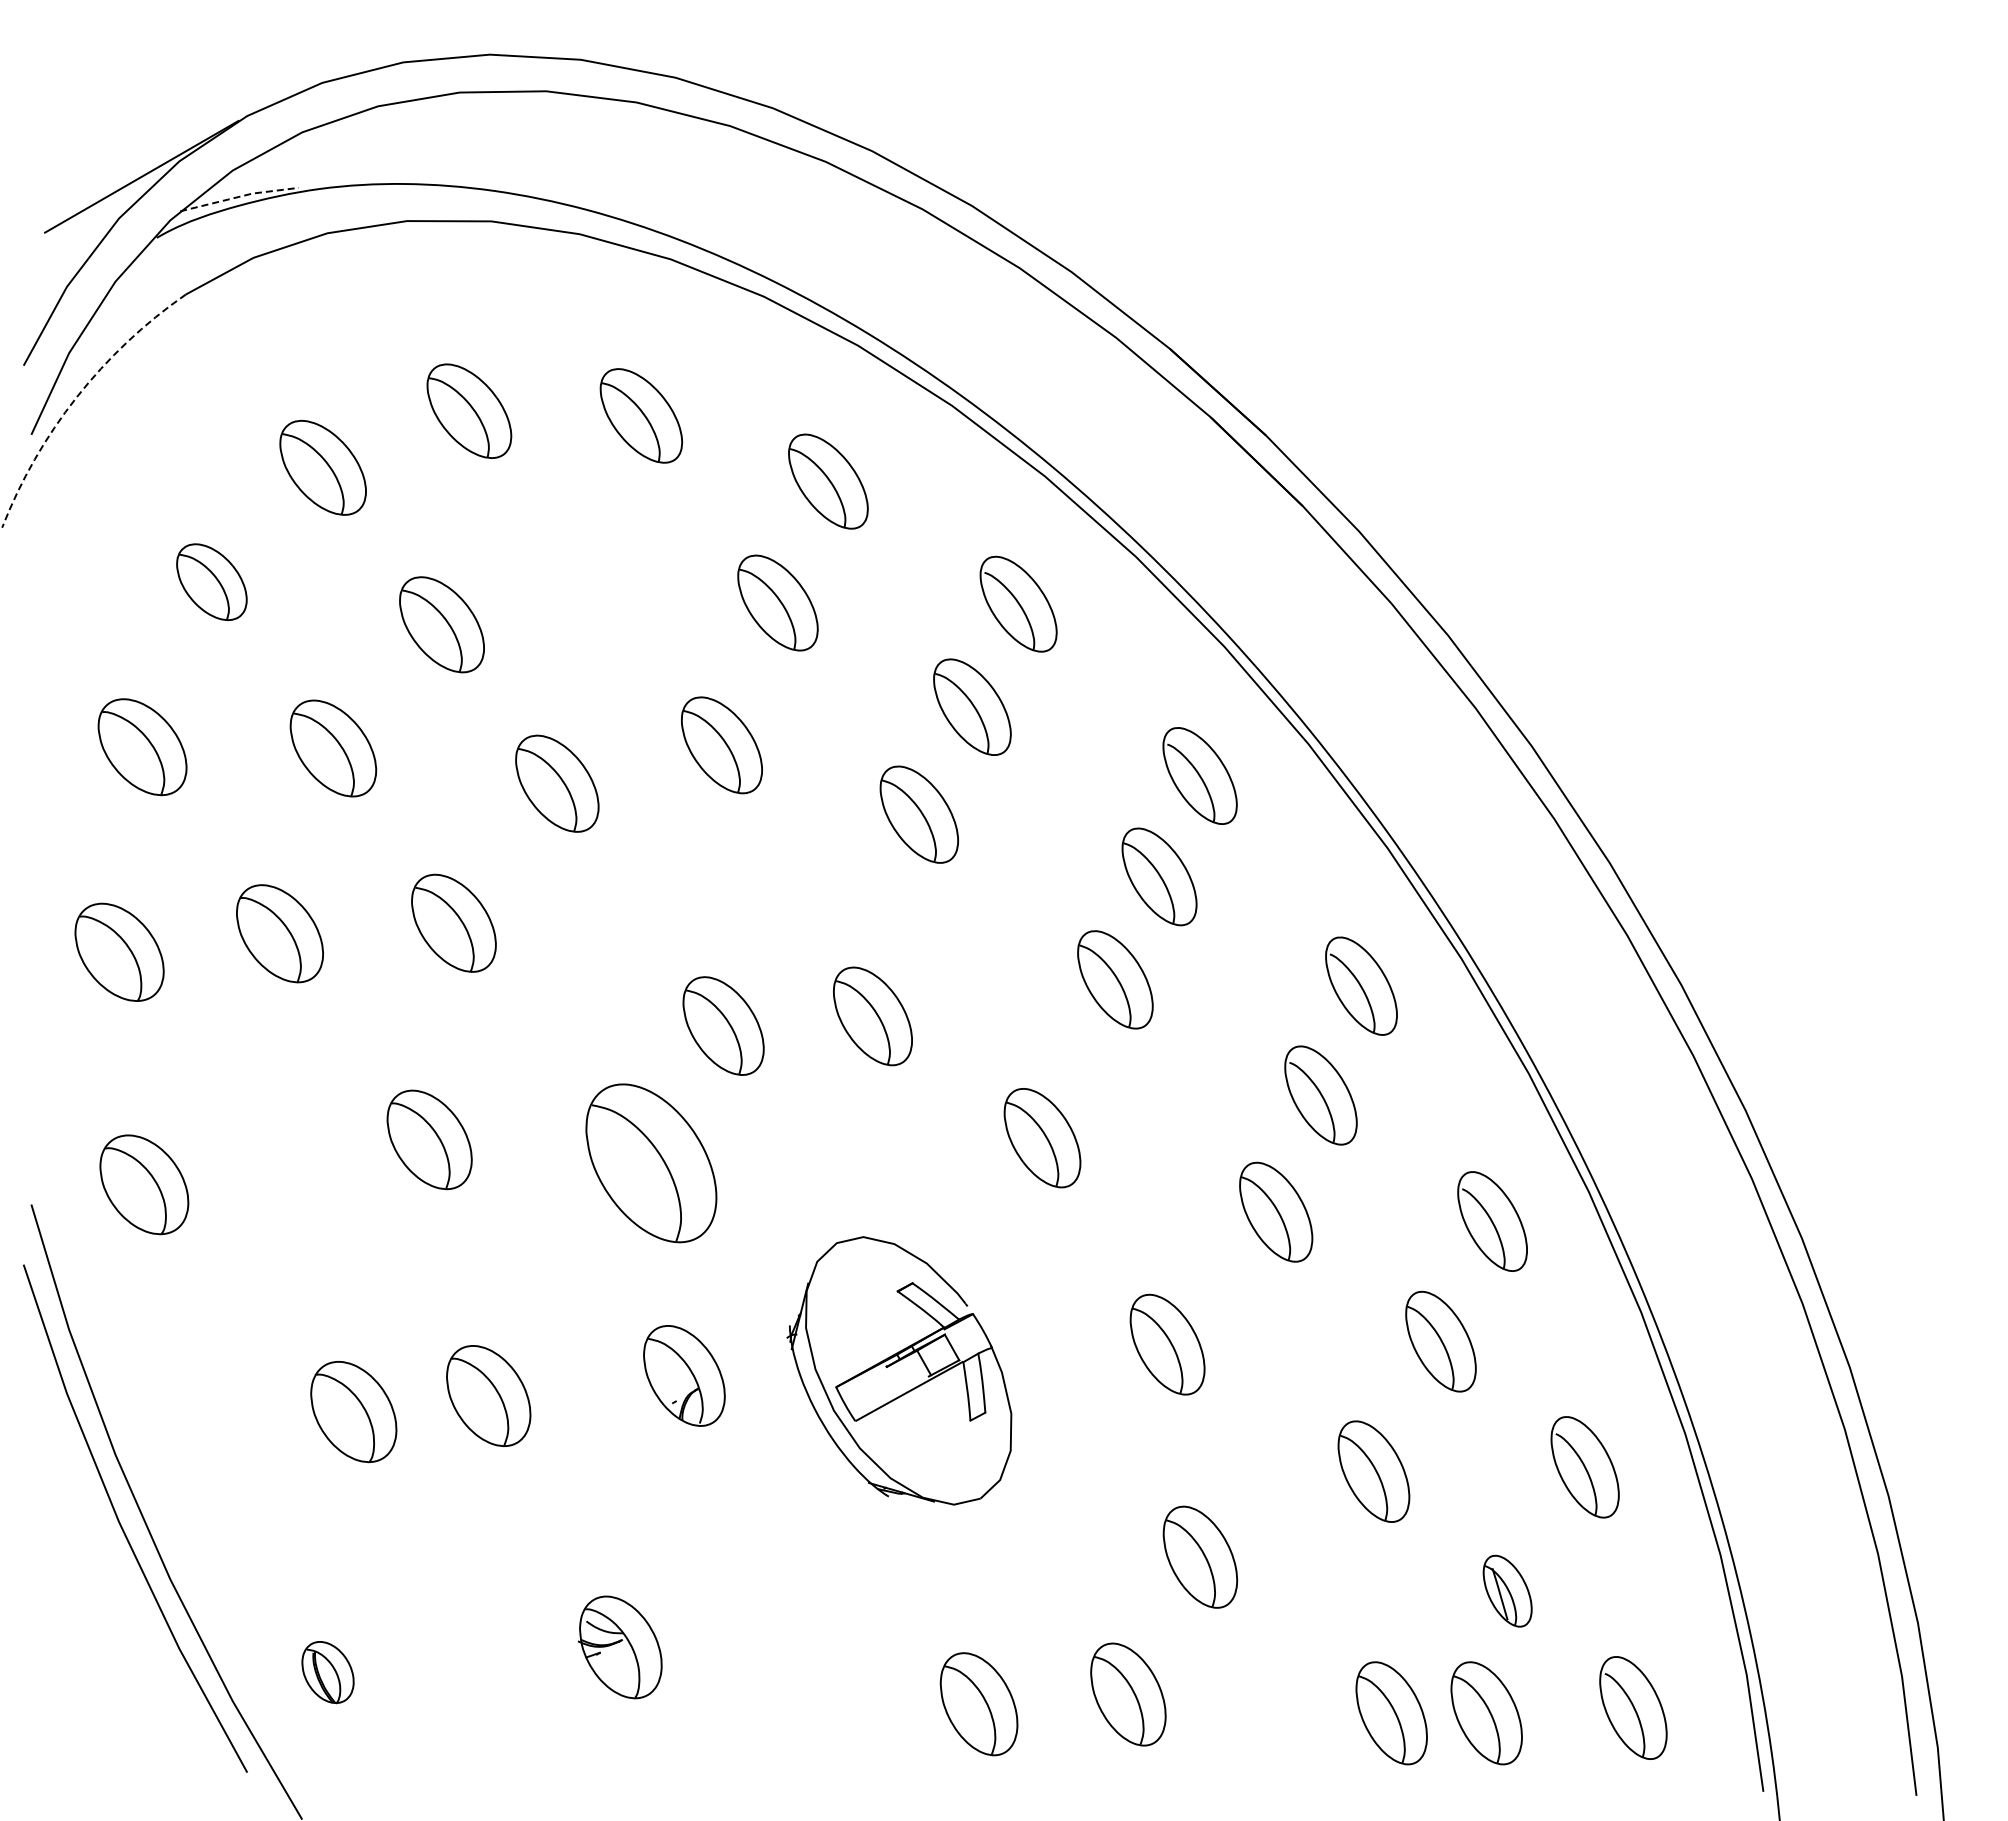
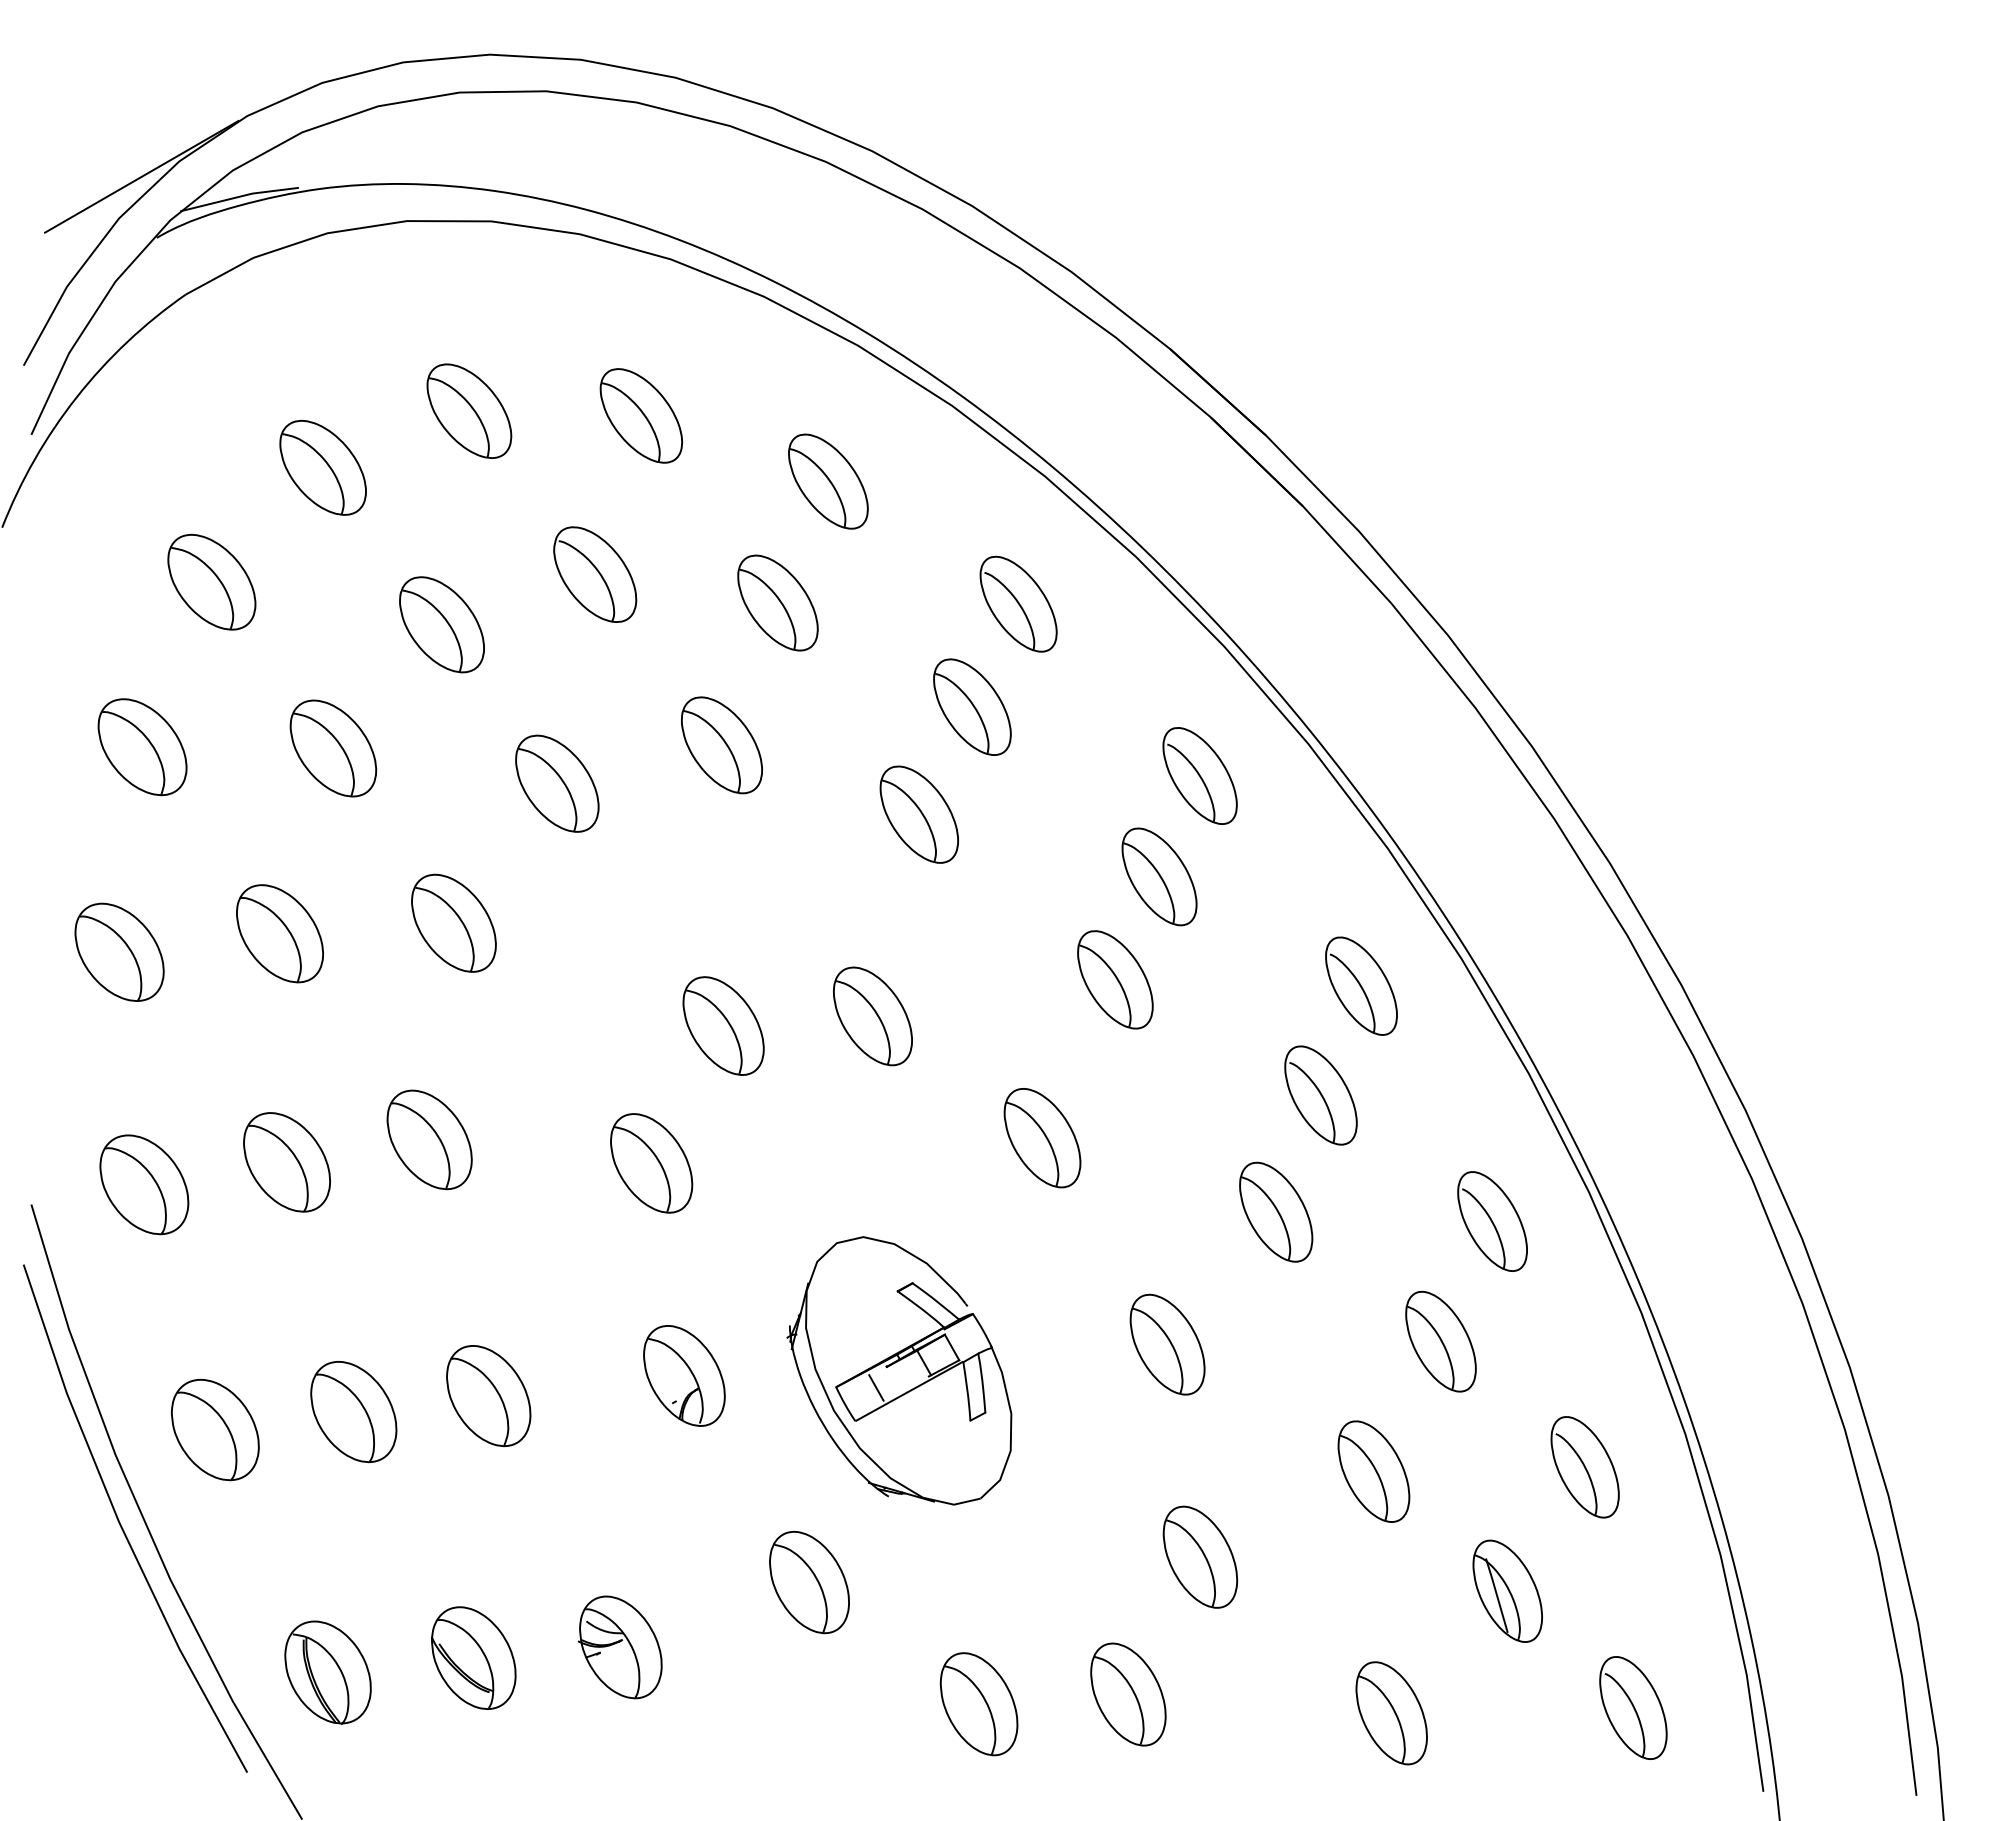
line at (239, 196): dashed -> solid
arc at (76, 397): dashed -> solid
part at (595, 574): none -> present
part at (211, 581) size: 72x78 px -> 90x98 px
part at (286, 1162): none -> present
part at (651, 1163) size: 133x161 px -> 84x101 px
line at (876, 1387): none -> present
part at (214, 1429): none -> present
part at (809, 1582): none -> present
part at (1507, 1590) size: 51x74 px -> 71x104 px
part at (473, 1657): none -> present
part at (327, 1672) size: 54x64 px -> 88x105 px
part at (1486, 1713): present -> none
